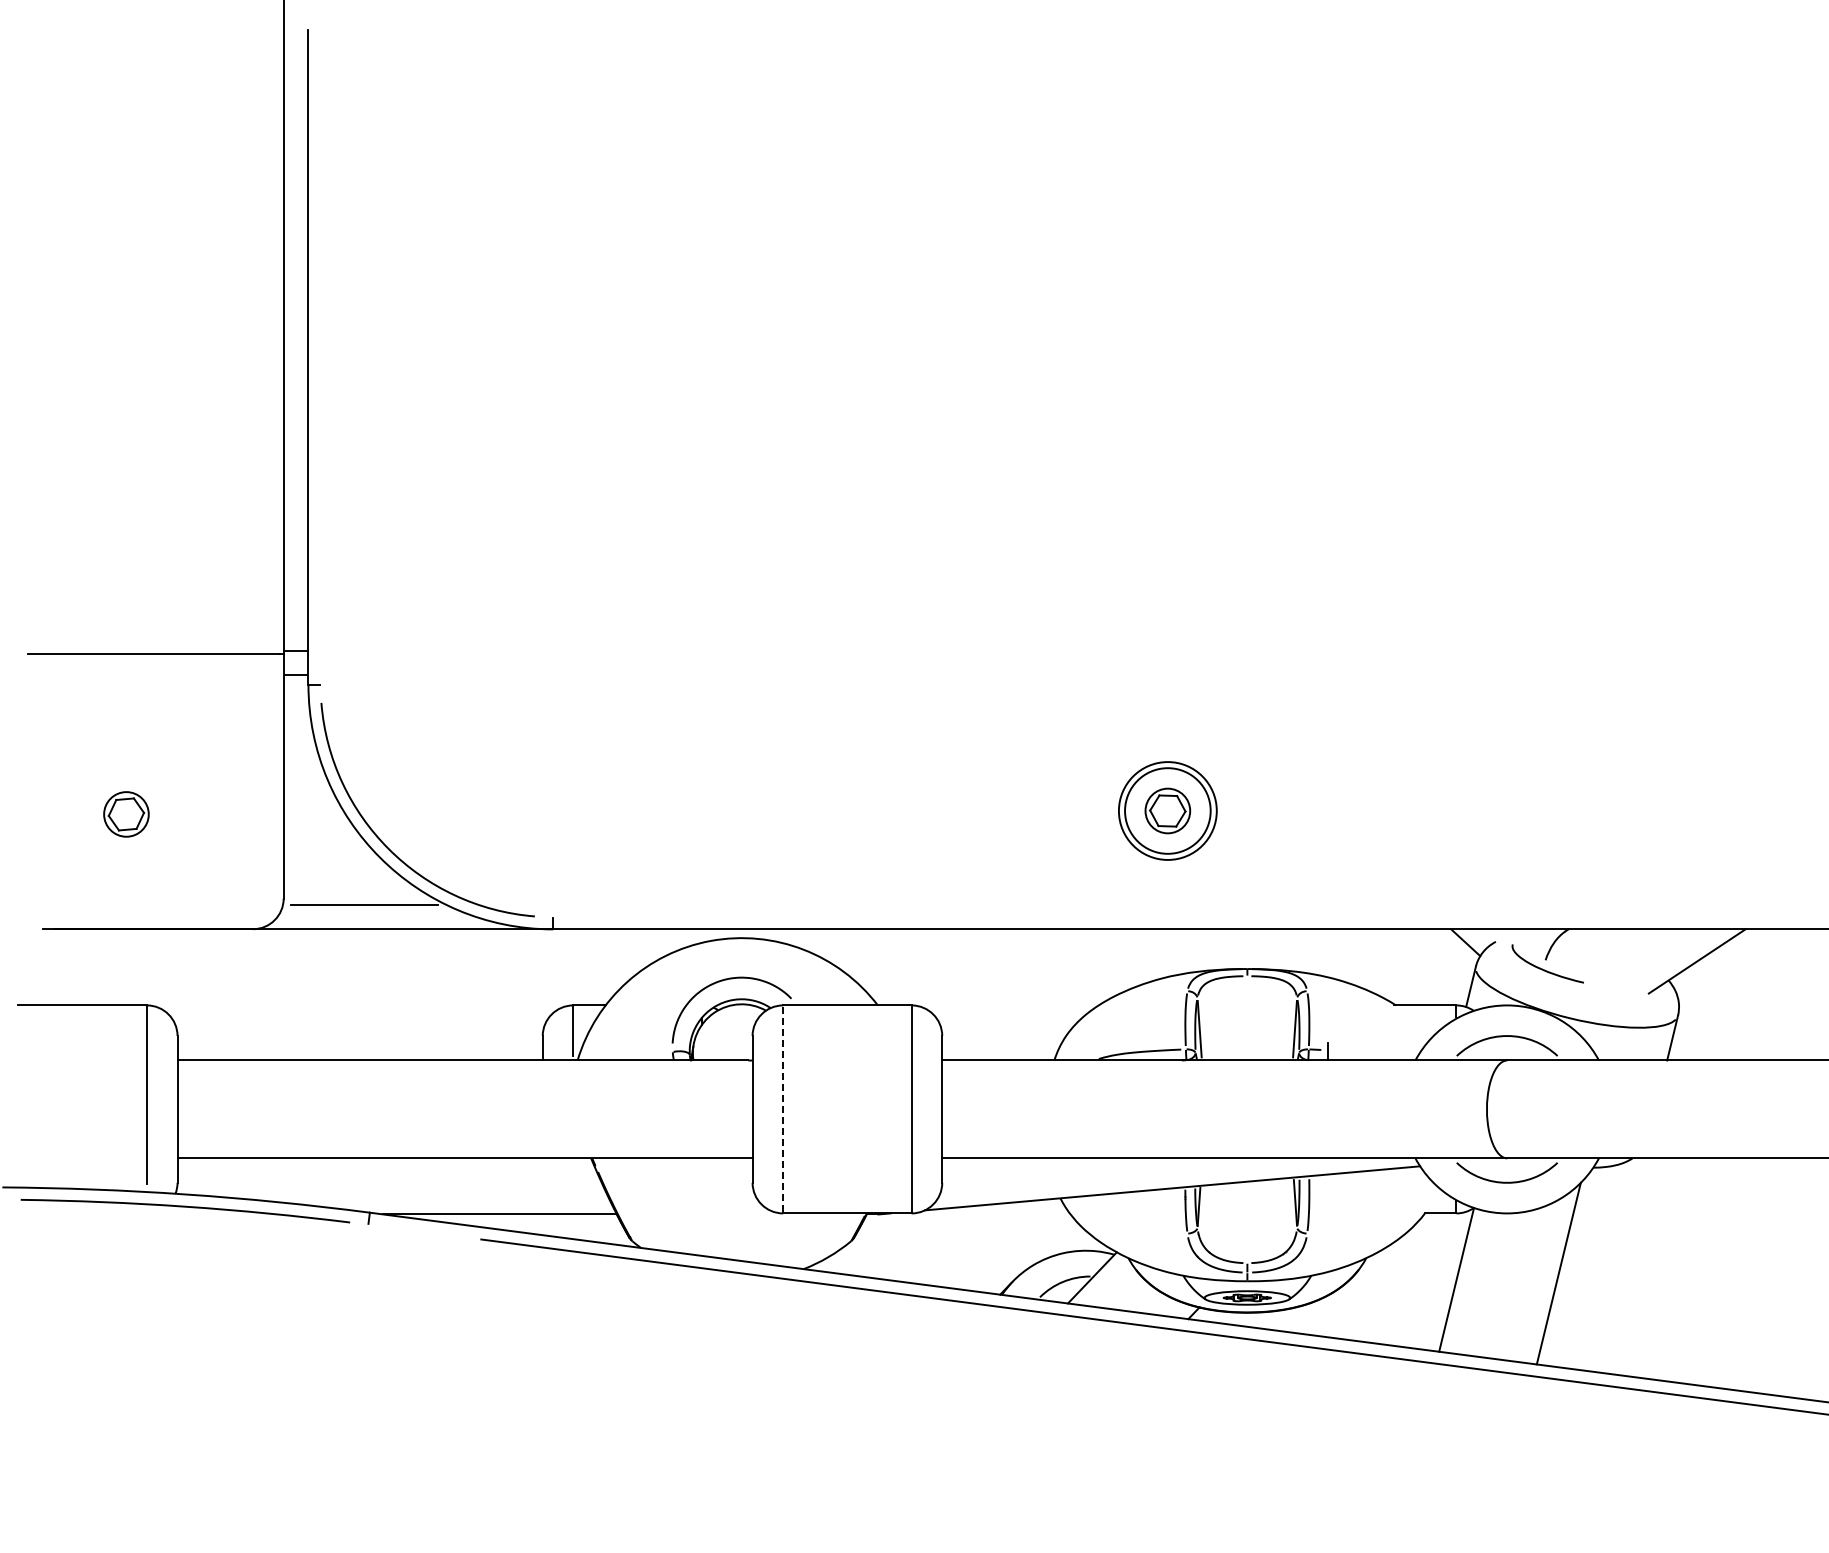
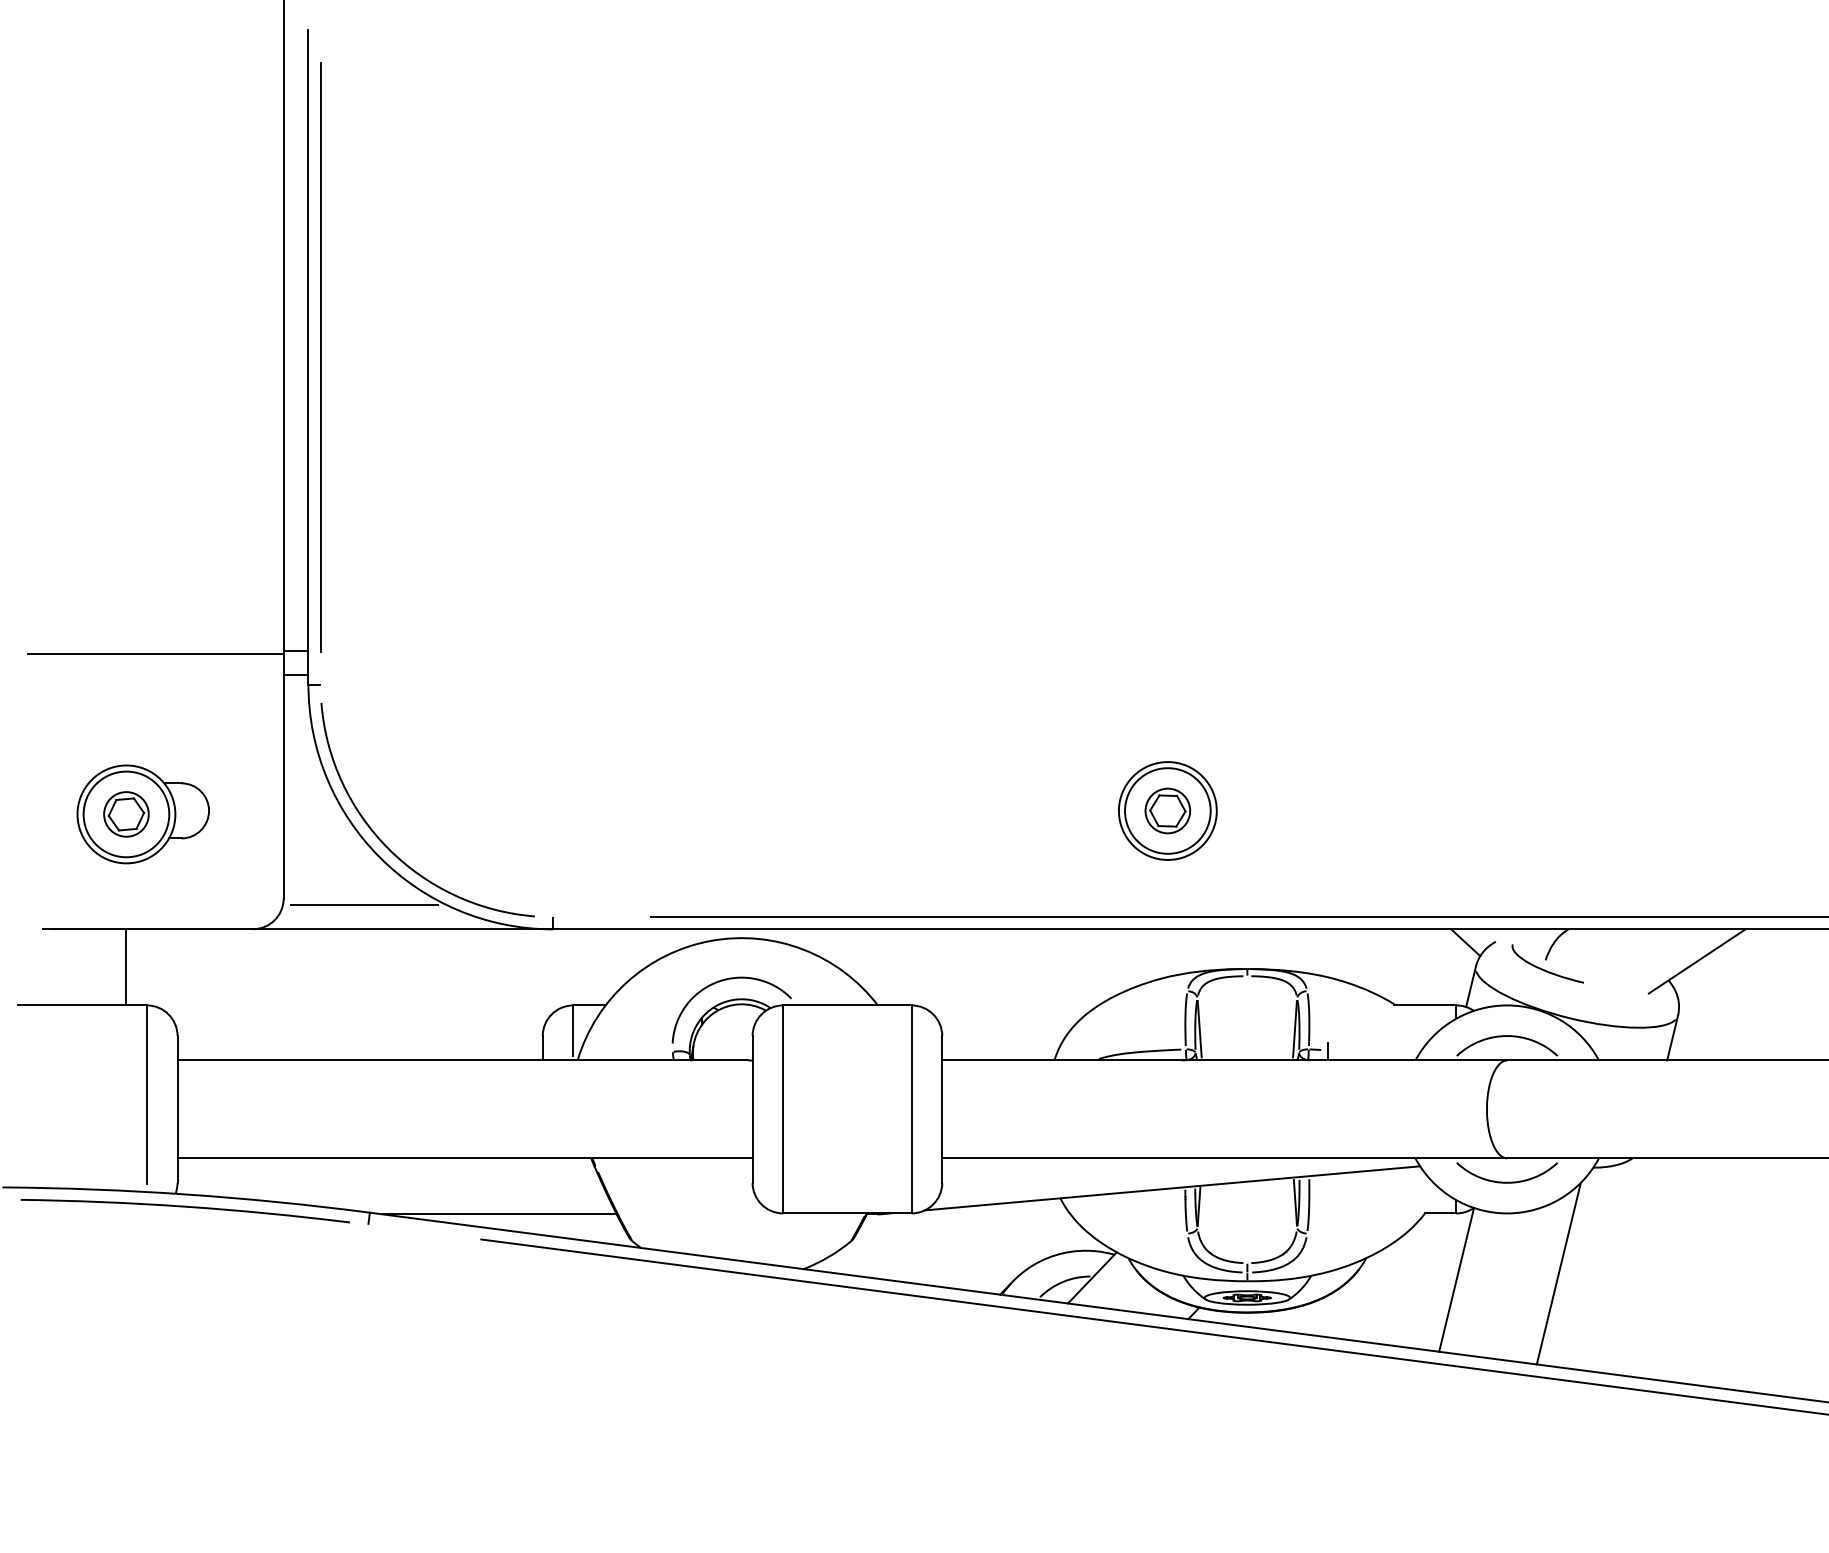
line at (320, 356): none -> present
part at (142, 814): none -> present
line at (1238, 917): none -> present
line at (125, 967): none -> present
line at (783, 1109): dashed -> solid
